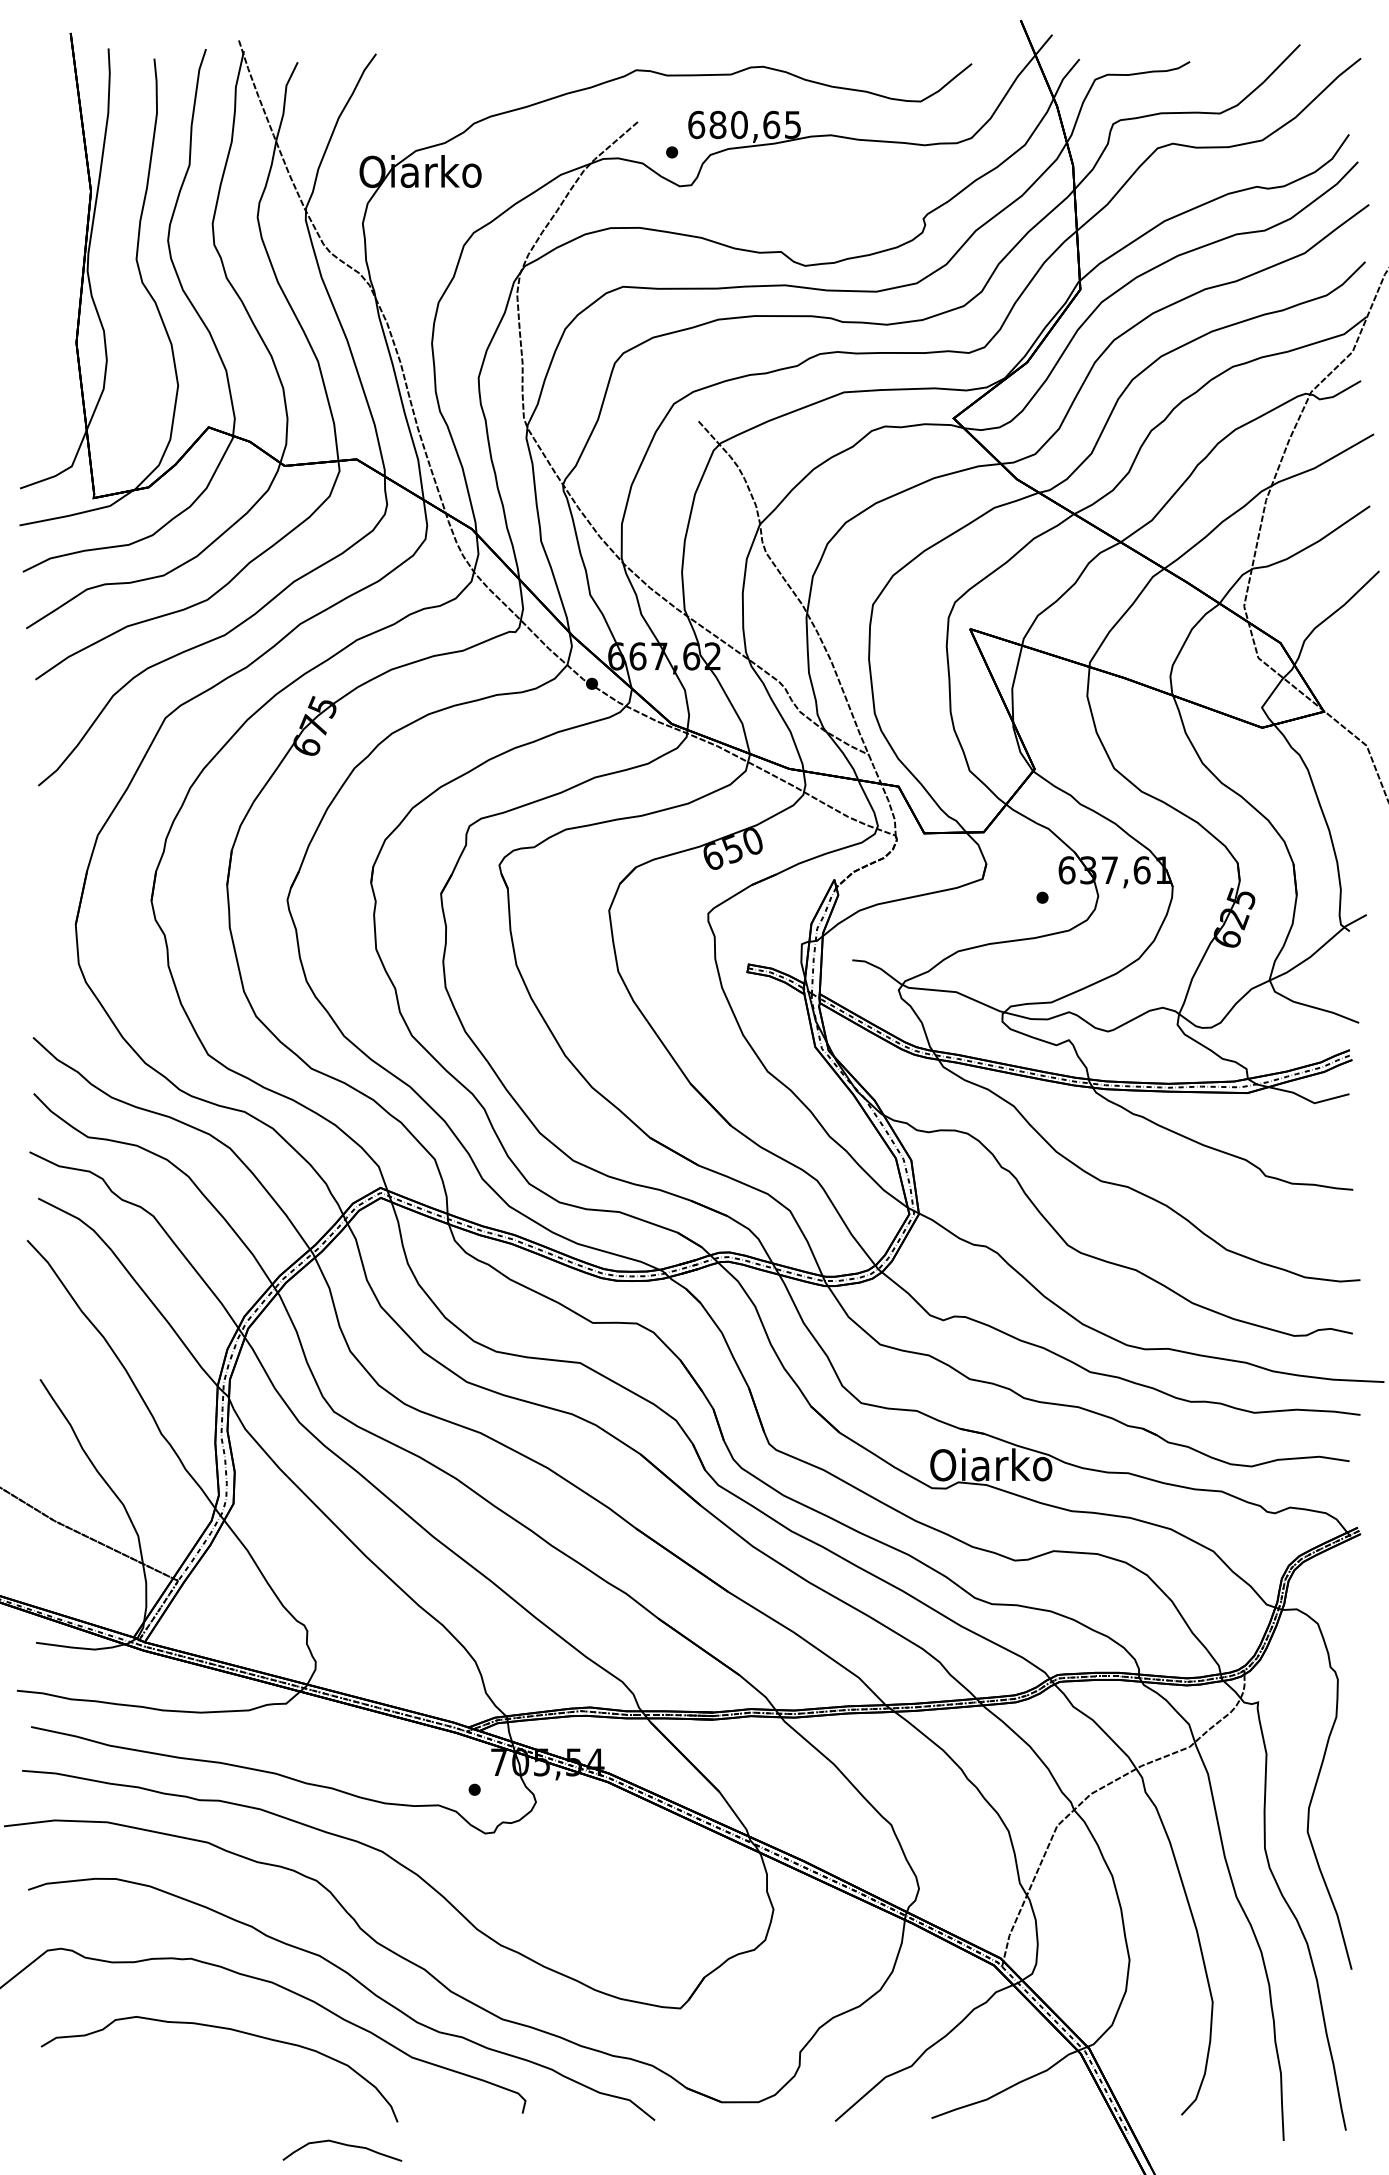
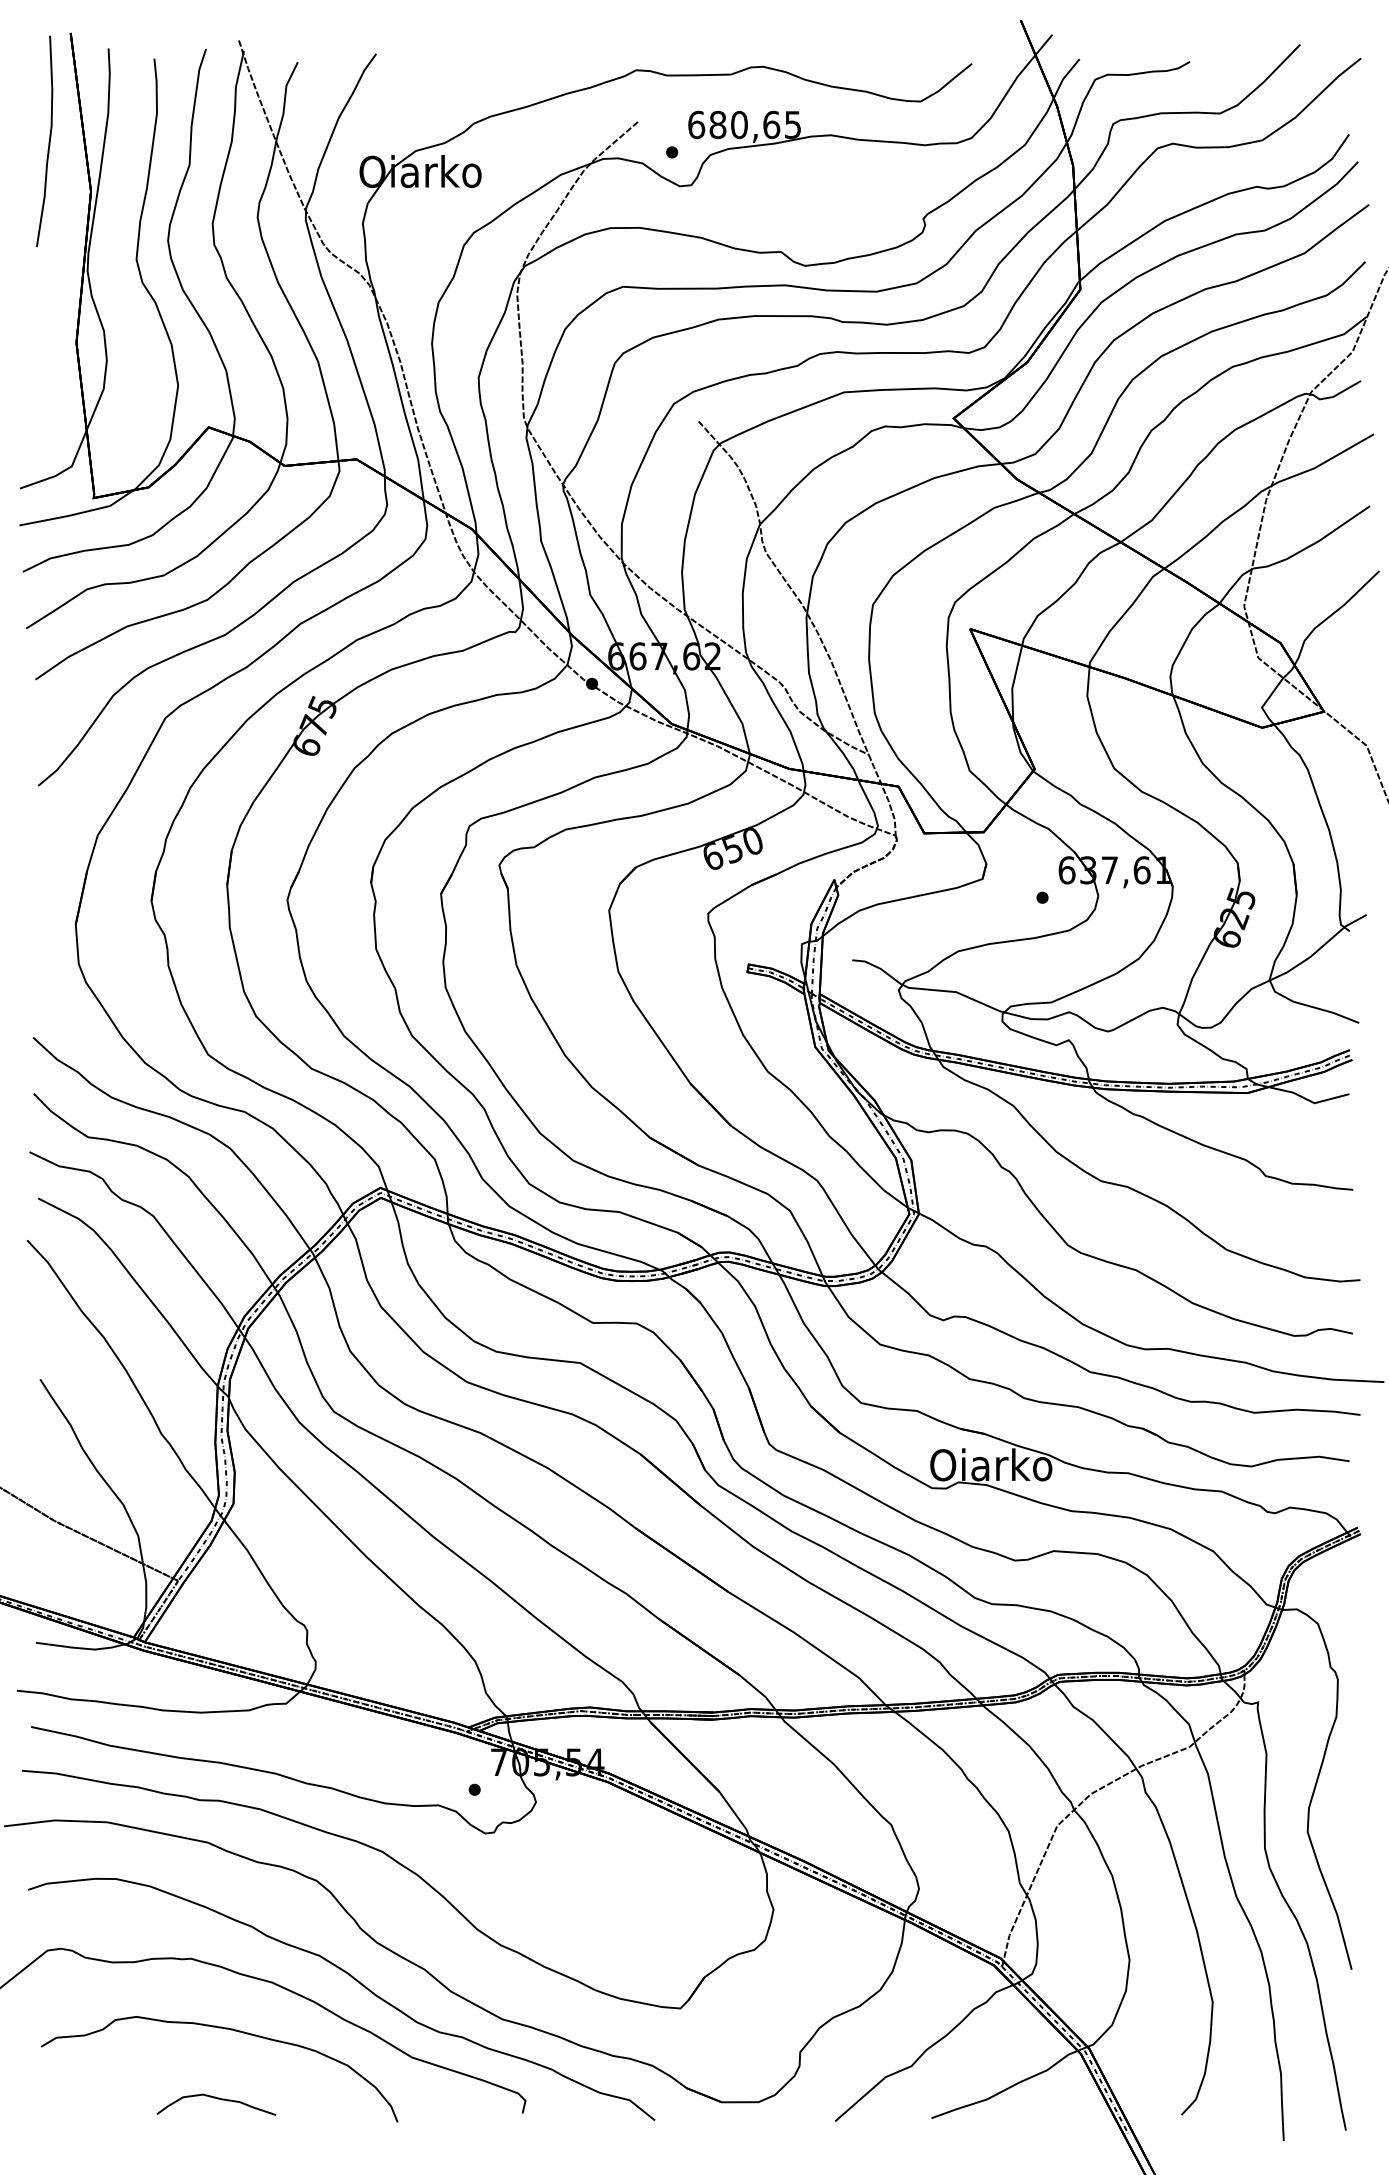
curve at (48, 141): none -> present
curve at (343, 2145) position: (343, 2145) -> (217, 2099)
